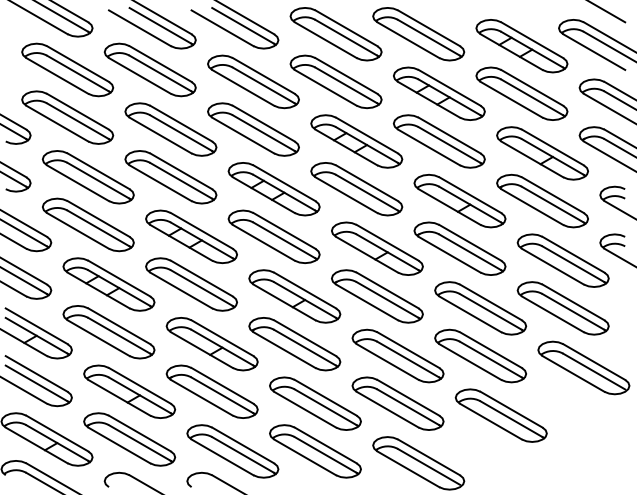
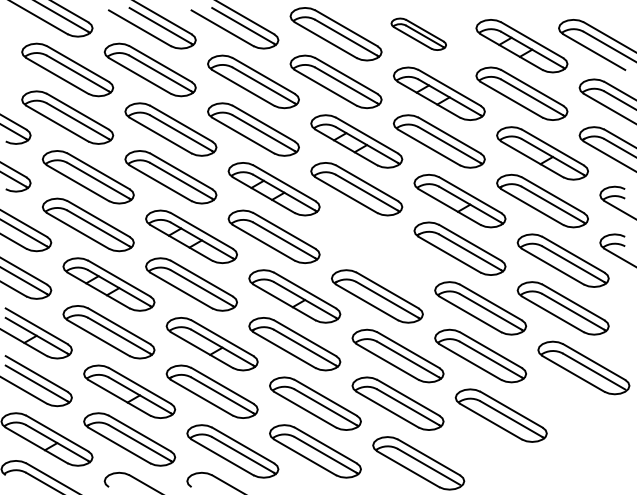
line at (607, 12): present -> none
part at (418, 34) size: 94x55 px -> 57x34 px
part at (377, 248): present -> none
